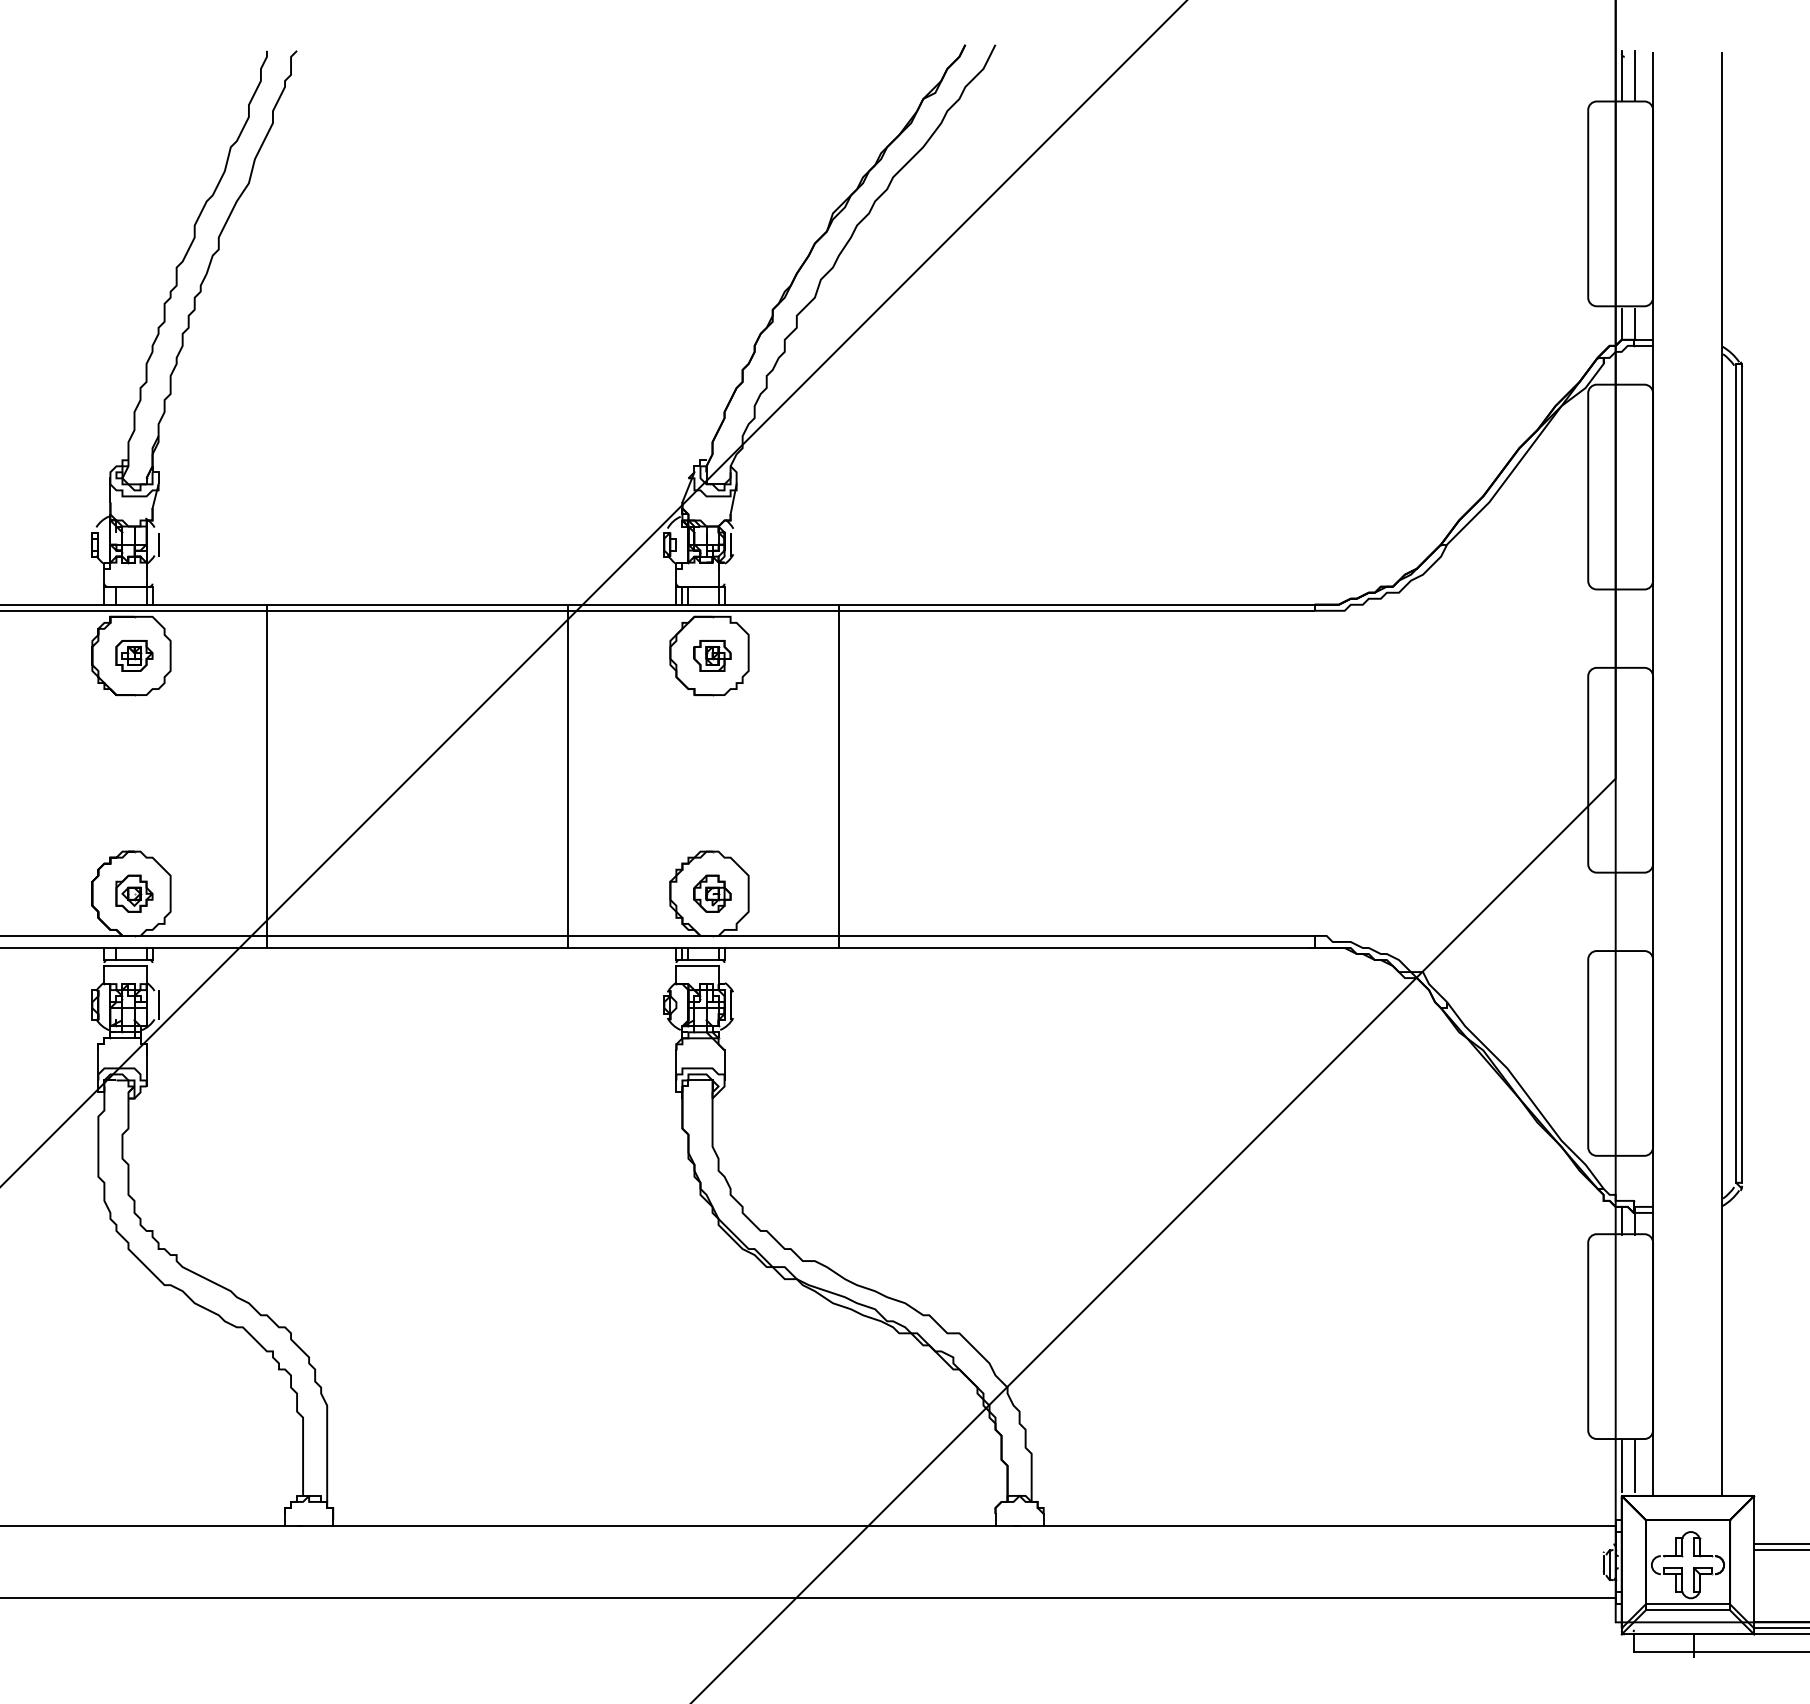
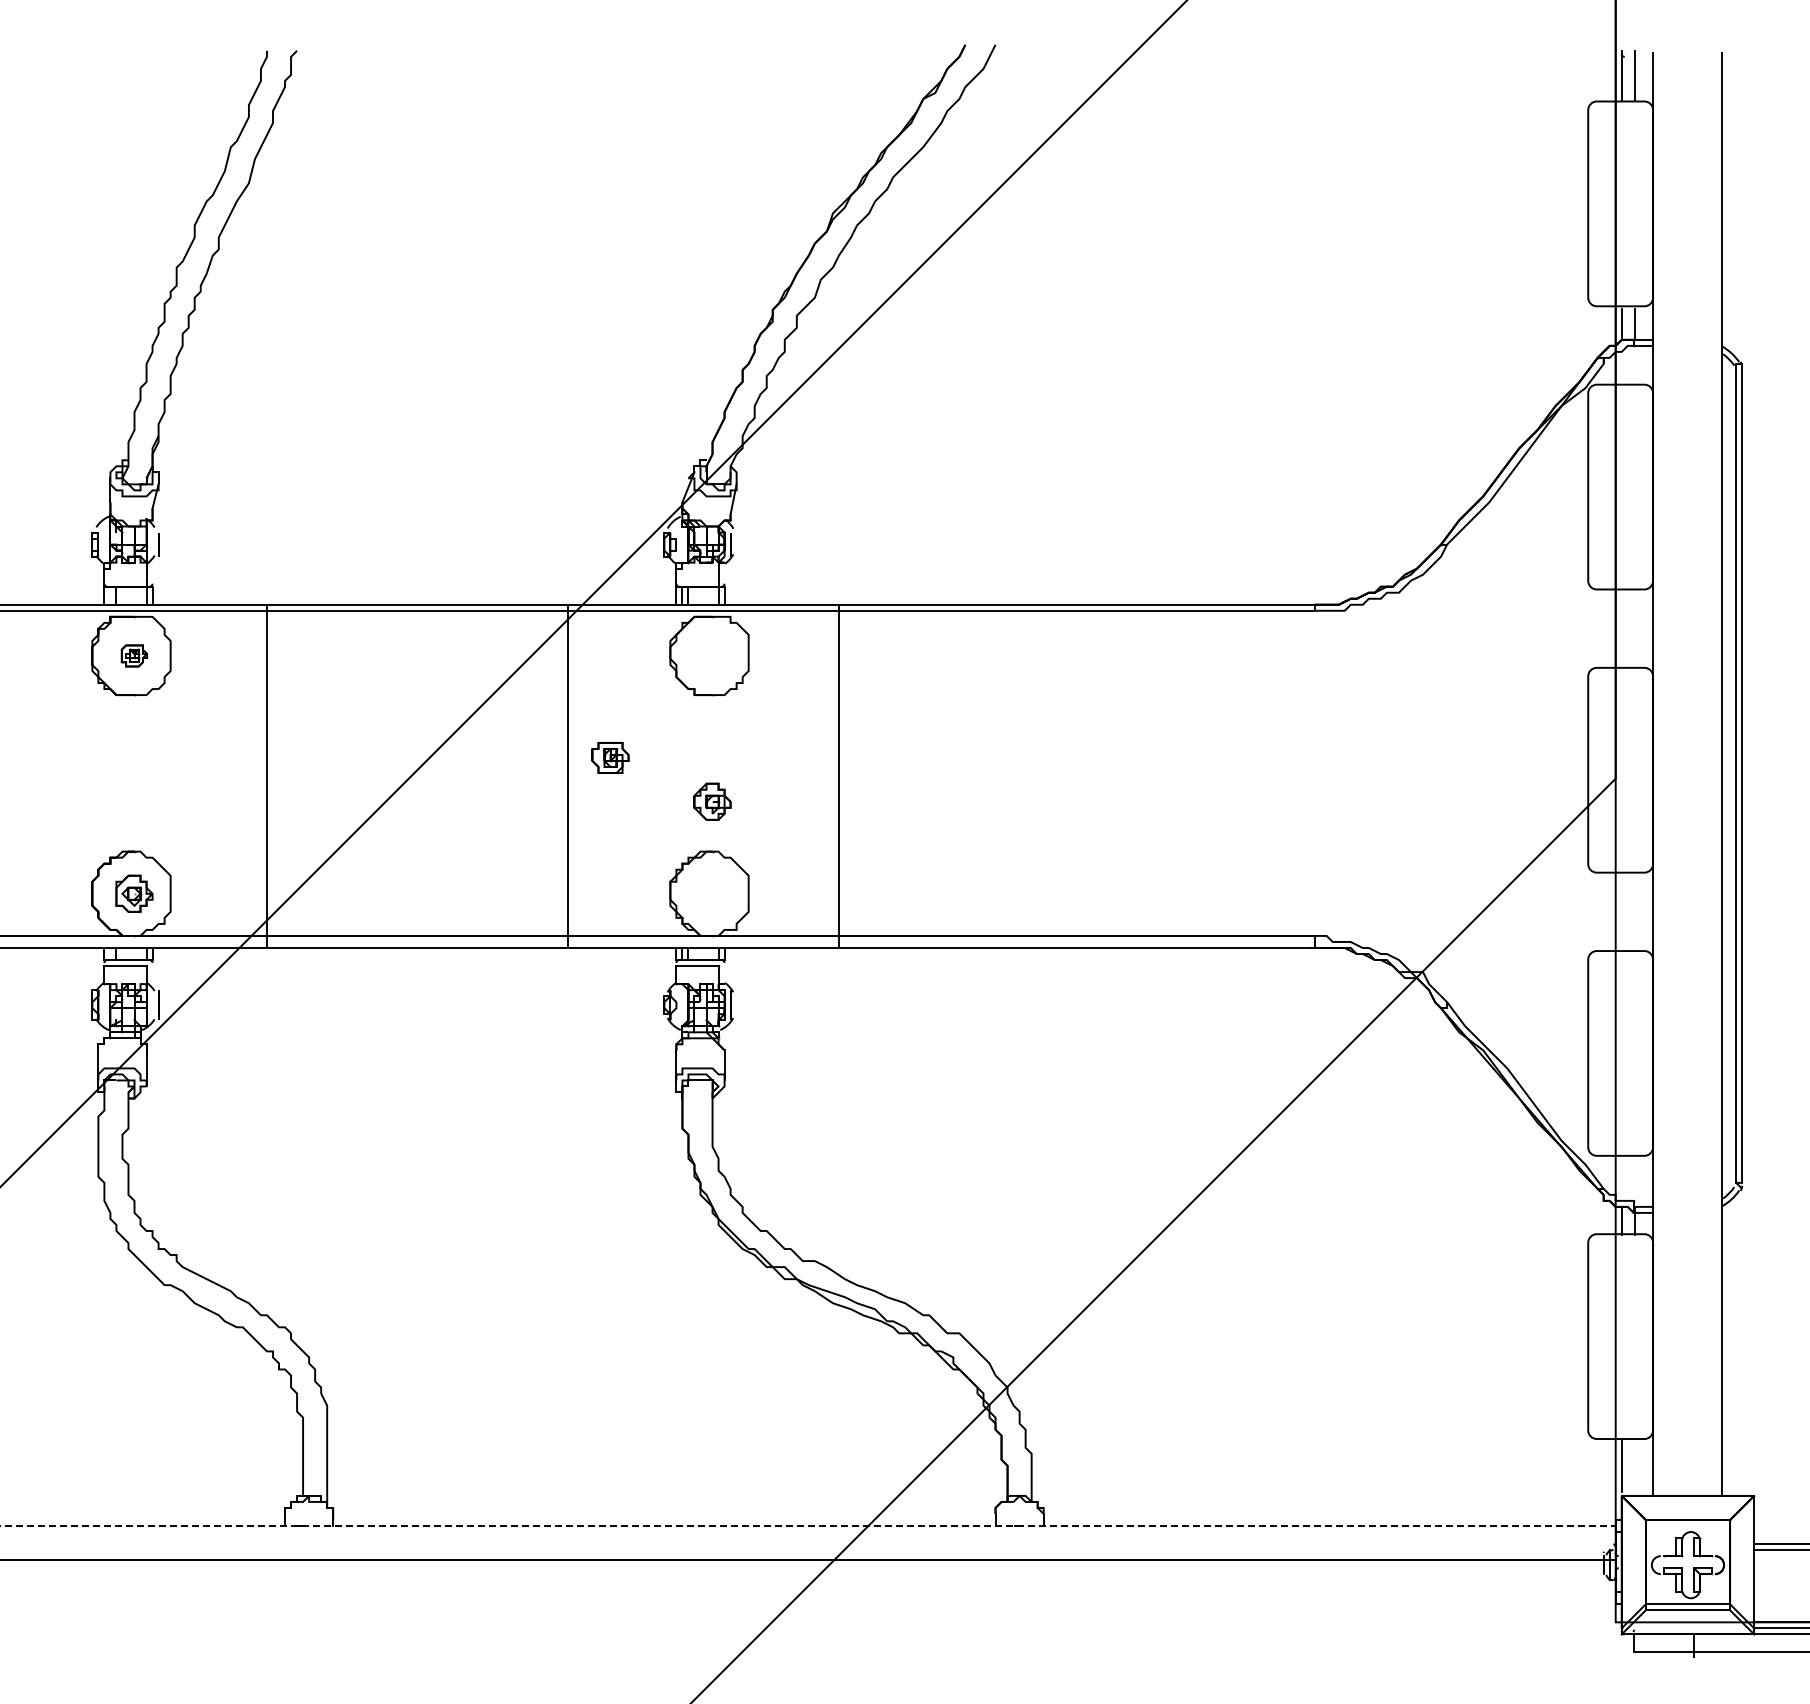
part at (134, 655) size: 39x32 px -> 28x24 px
part at (712, 655) position: (712, 655) -> (610, 757)
part at (712, 893) position: (712, 893) -> (712, 801)
line at (1634, 1466): present -> none
line at (808, 1526): solid -> dashed
line at (808, 1598) position: (808, 1598) -> (808, 1560)
